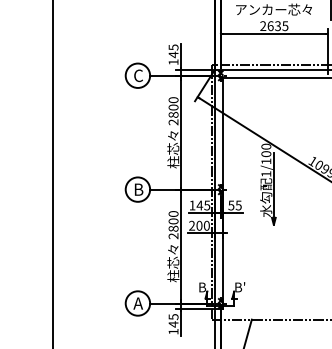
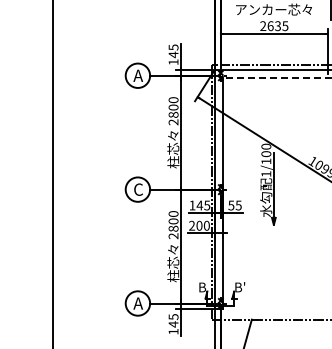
text at (138, 75): C -> A
line at (276, 78): solid -> dashed
text at (138, 189): B -> C
